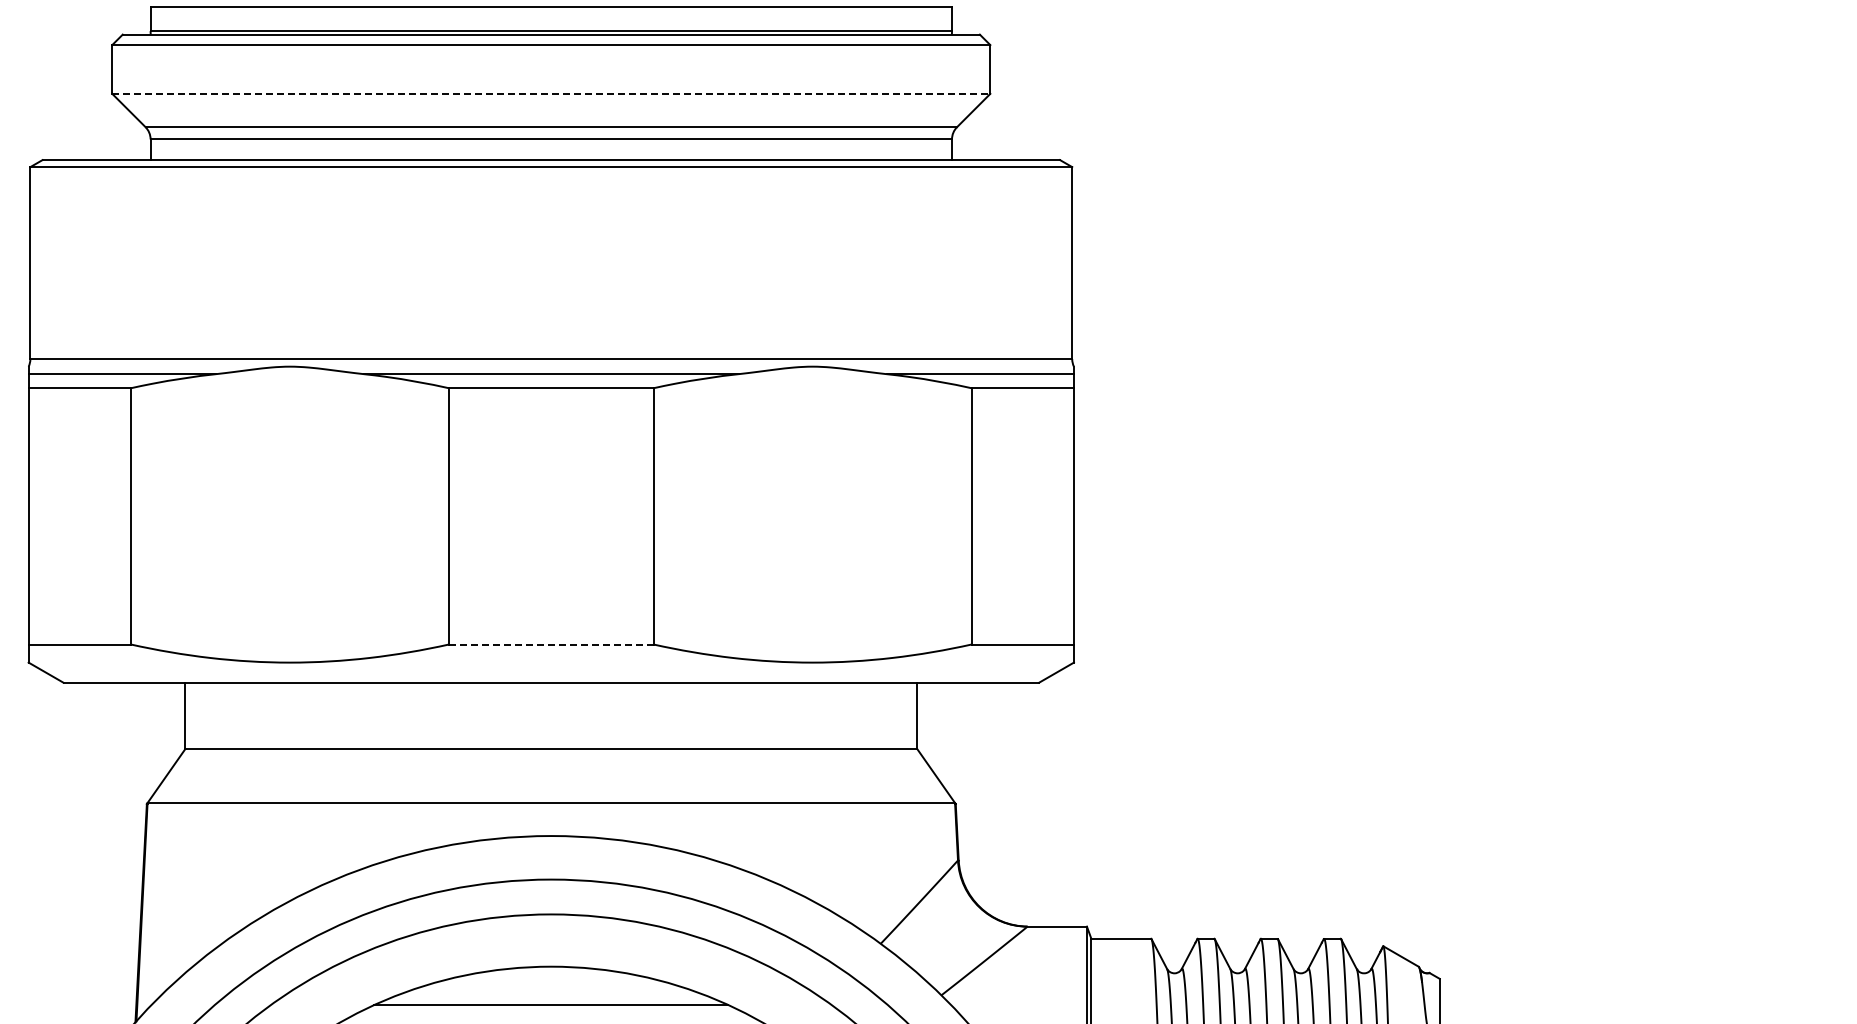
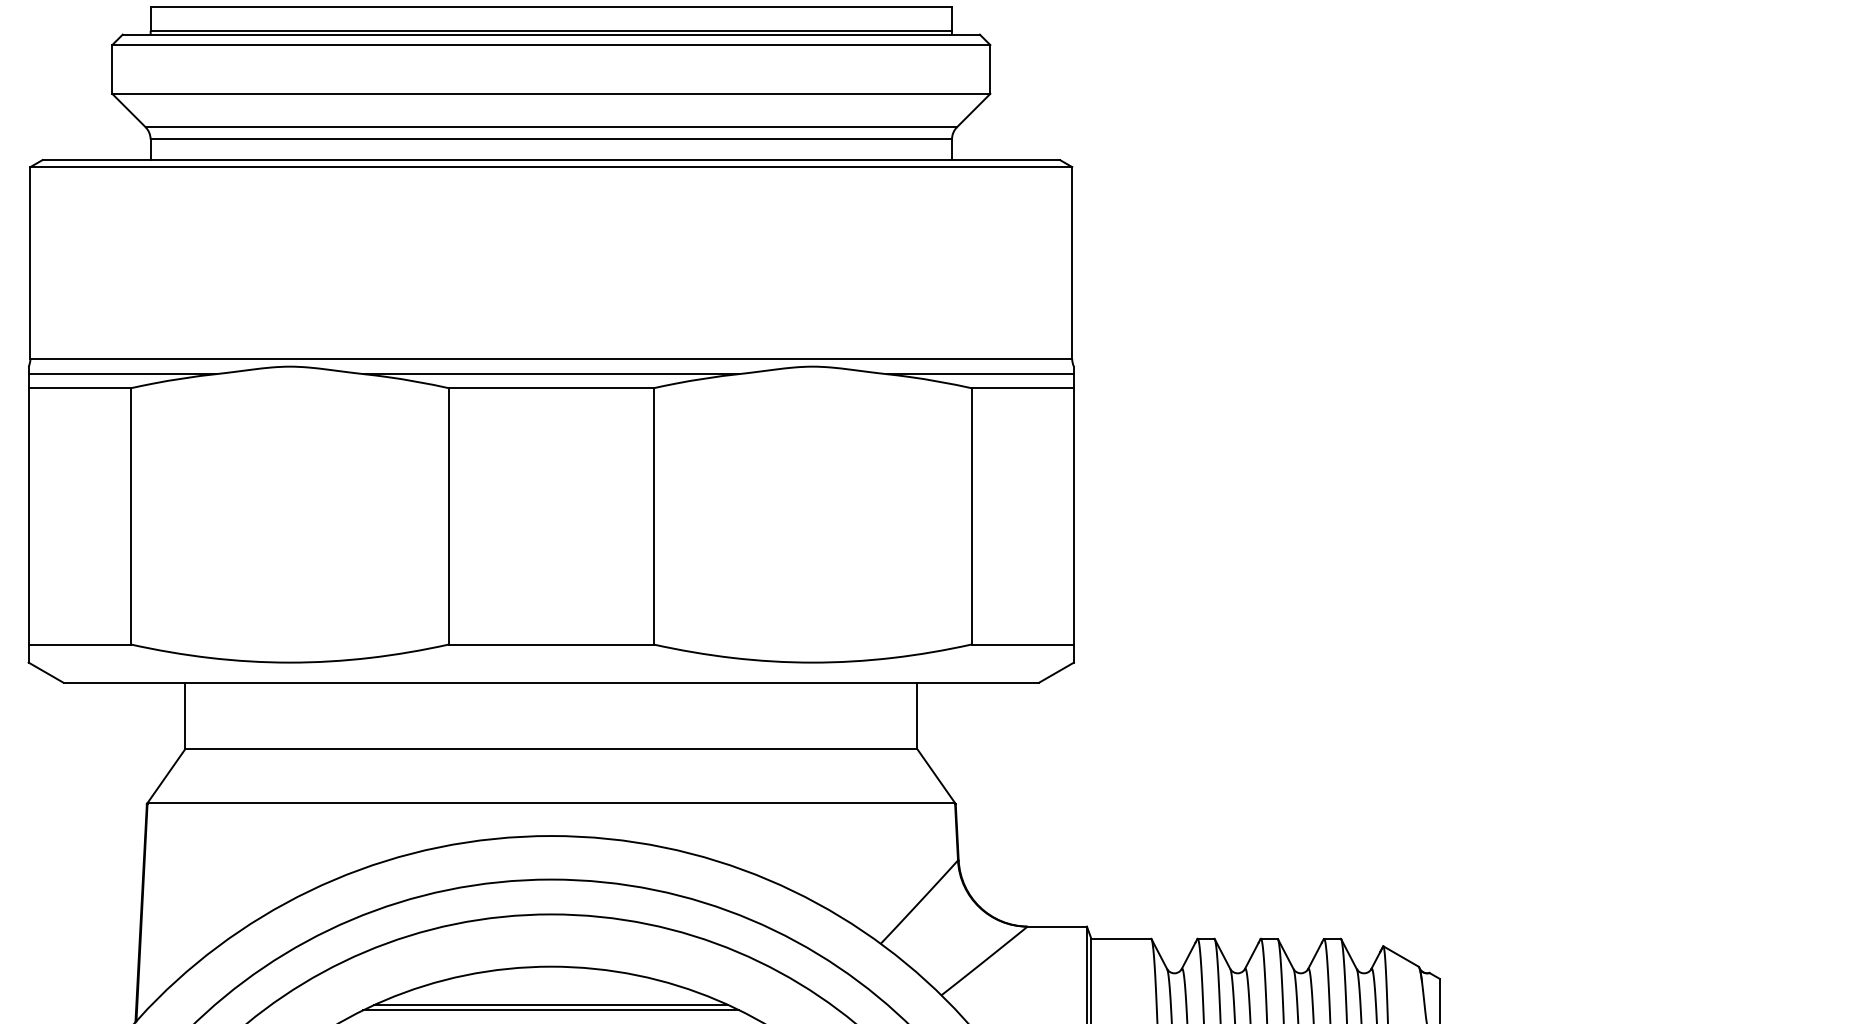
line at (551, 93): dashed -> solid
line at (550, 644): dashed -> solid
line at (551, 1010): none -> present
